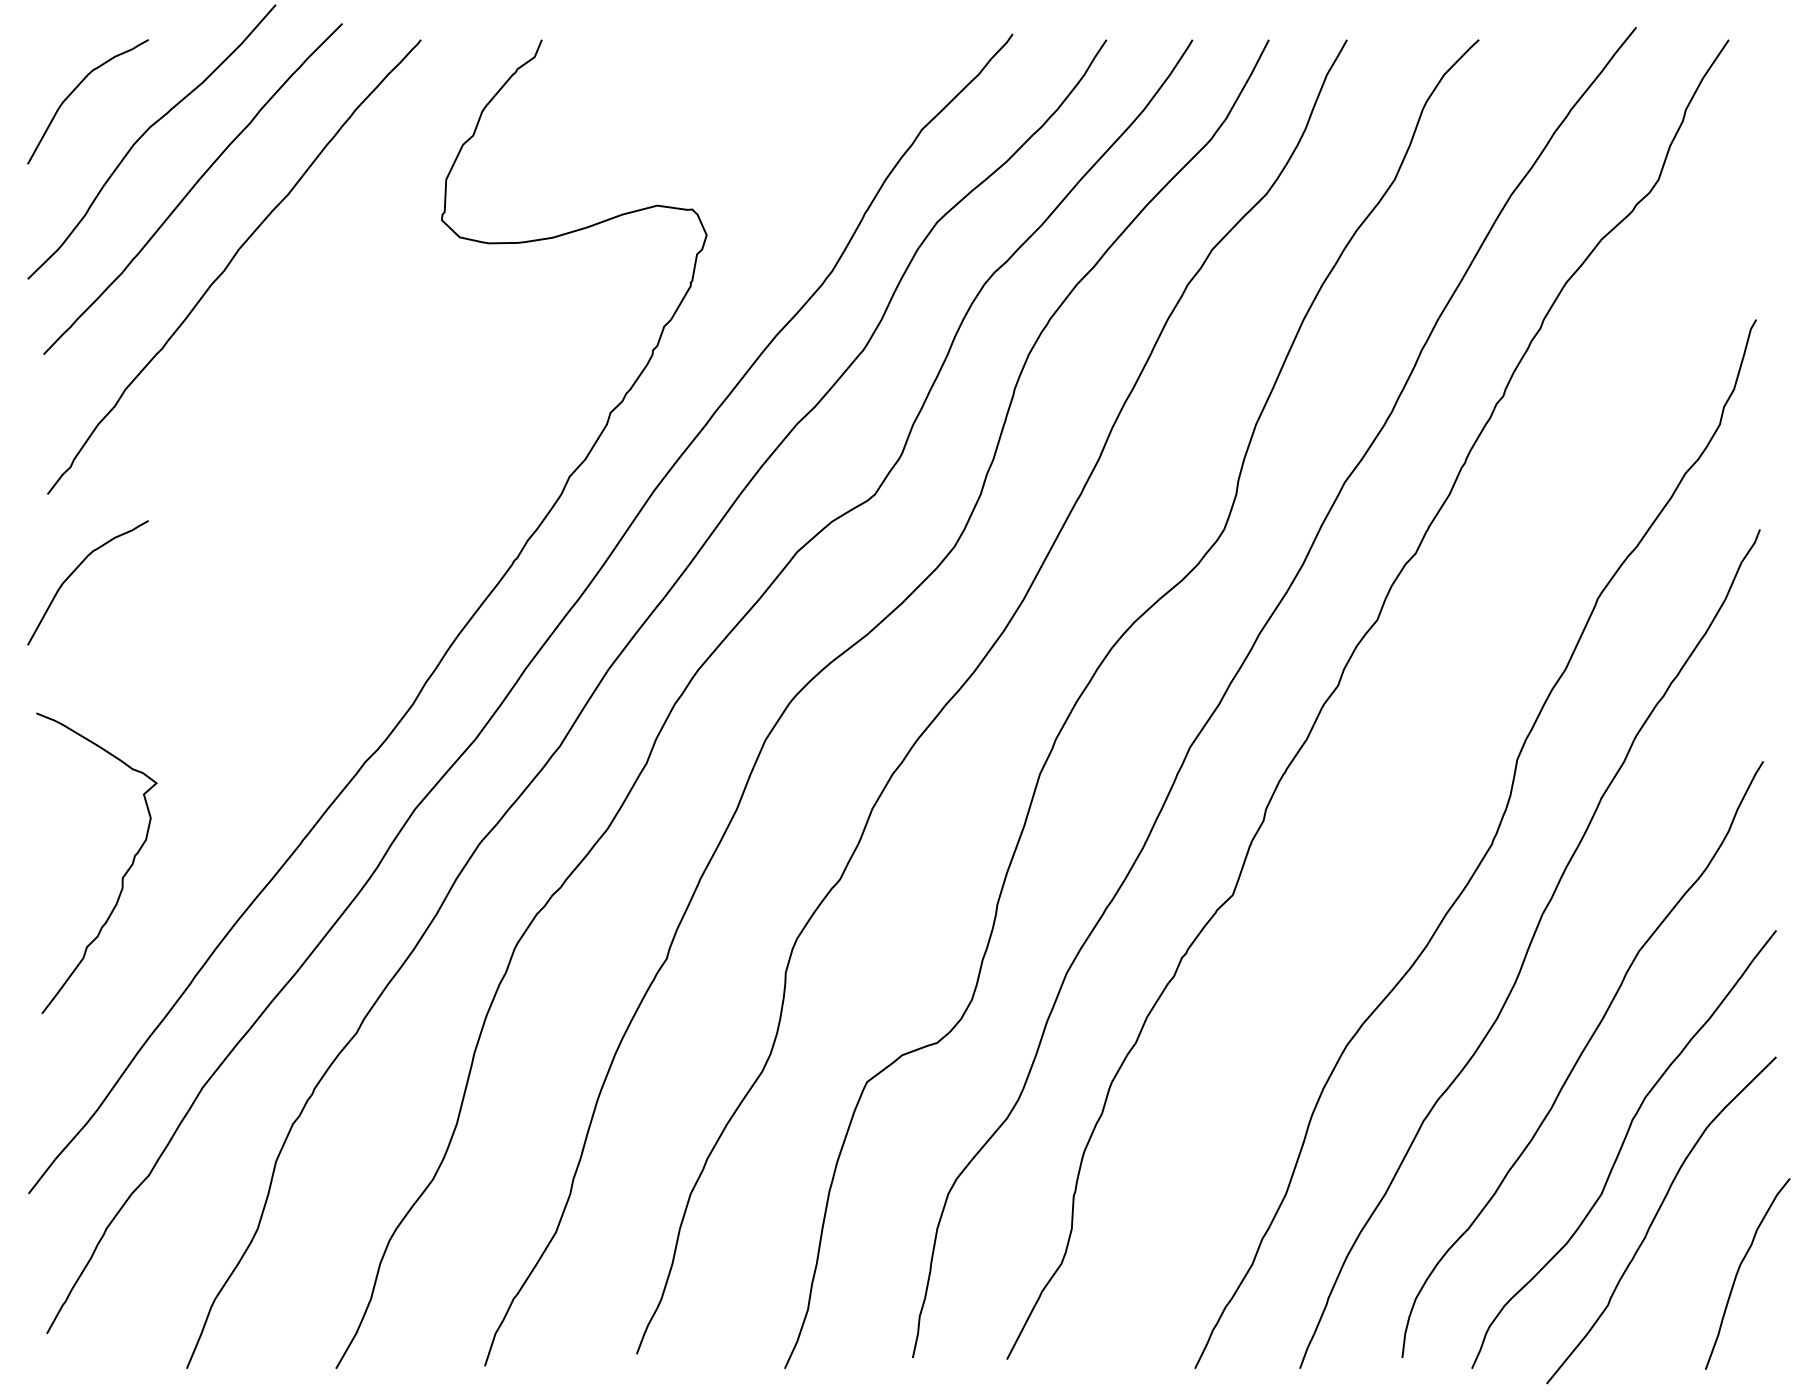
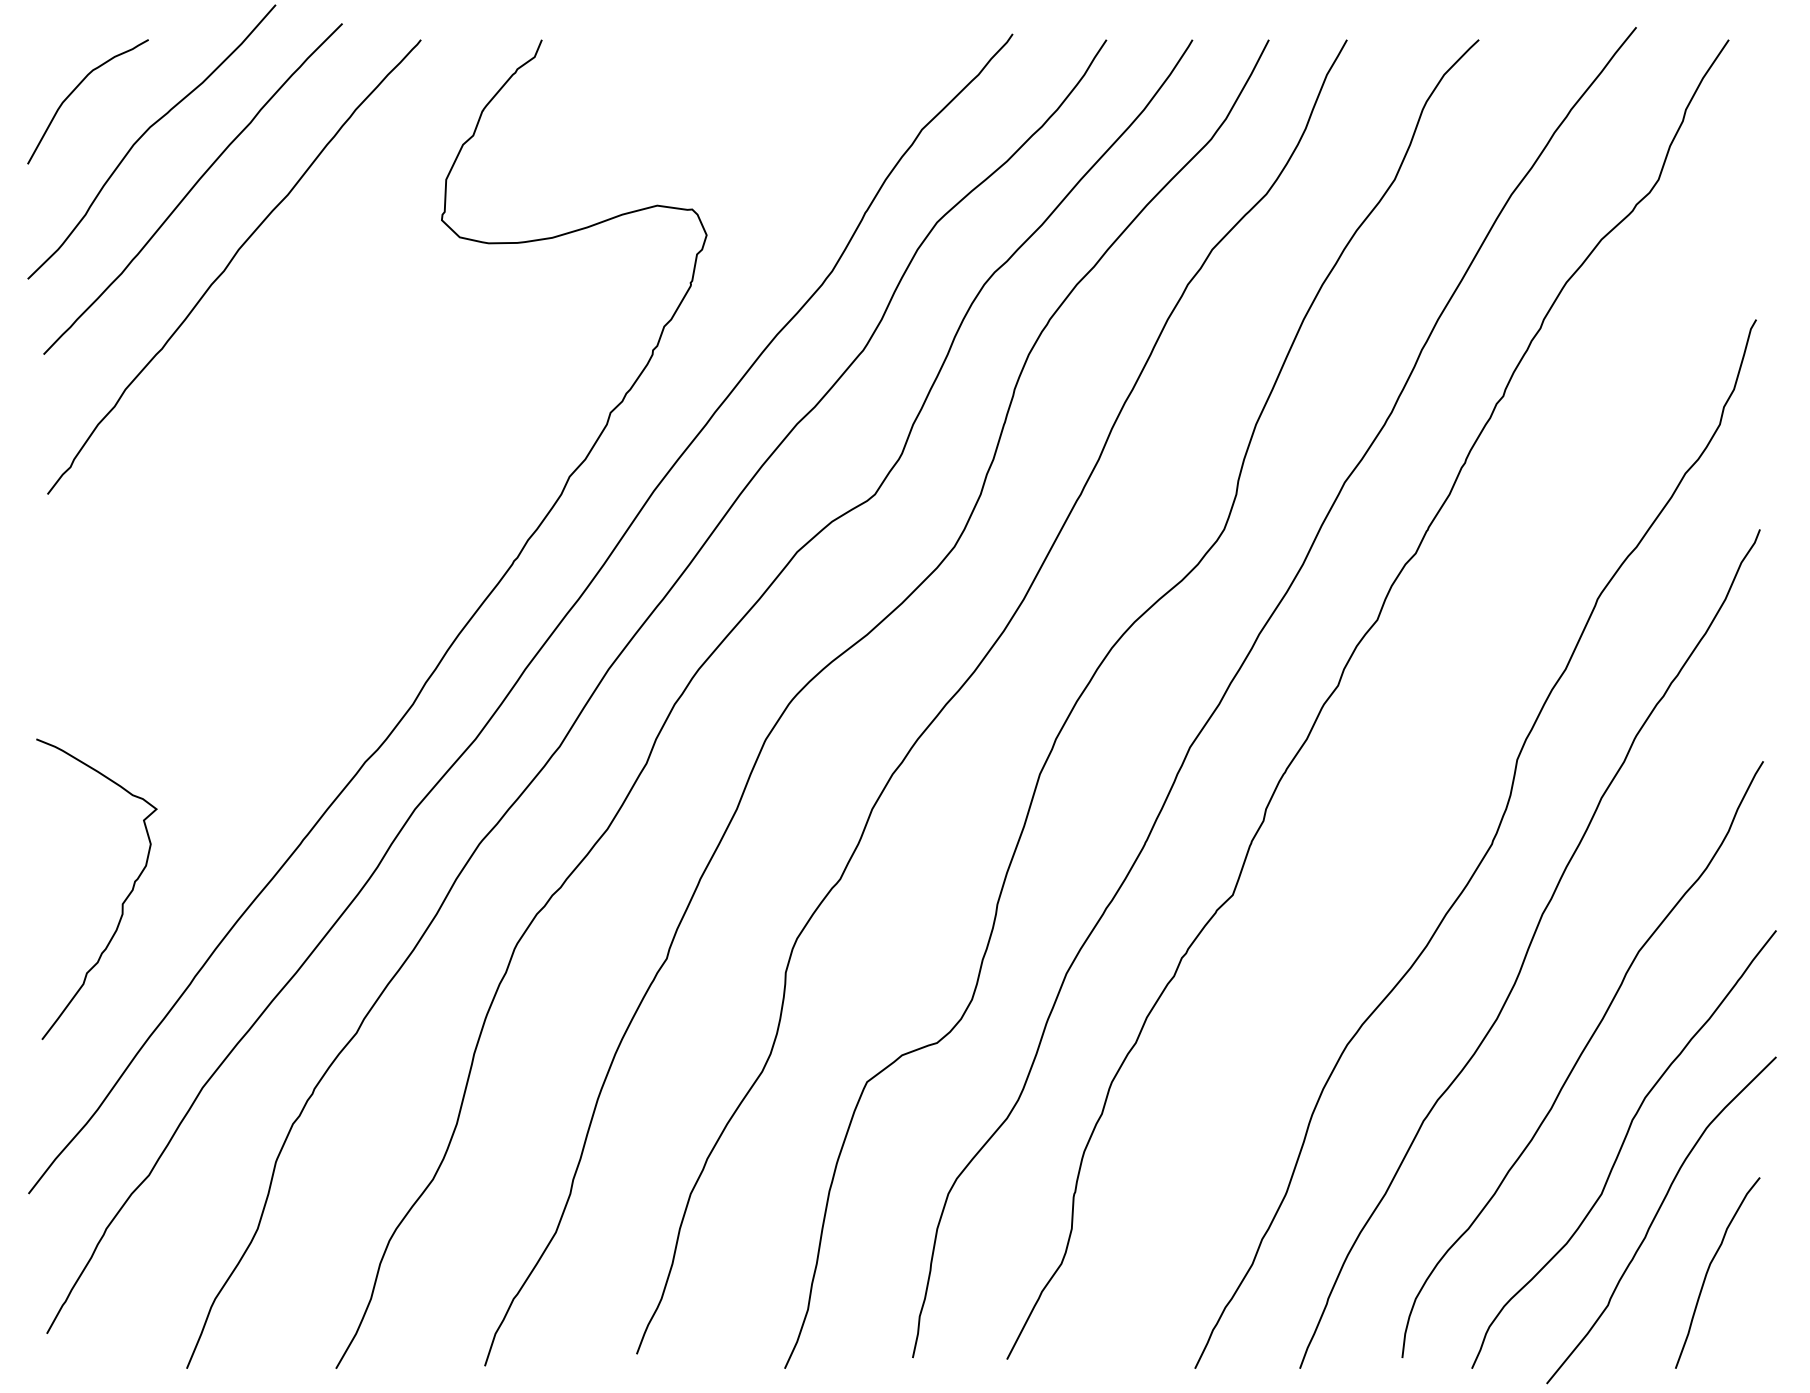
curve at (75, 571): present -> none
curve at (122, 876) position: (122, 876) -> (122, 902)
curve at (1739, 1270) position: (1739, 1270) -> (1709, 1269)
